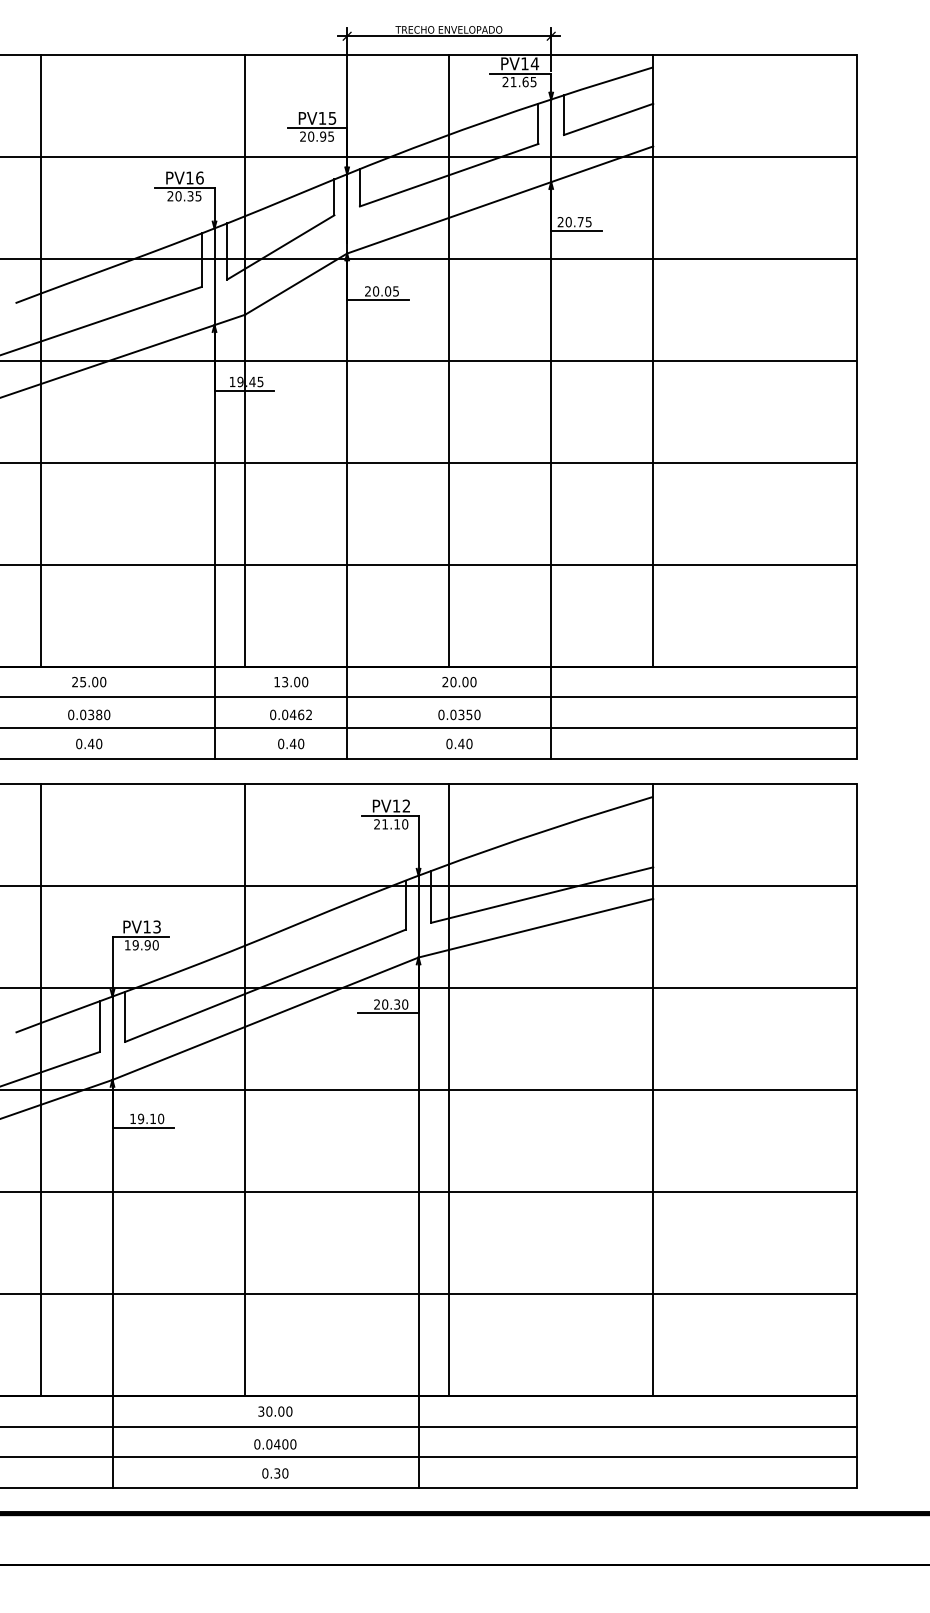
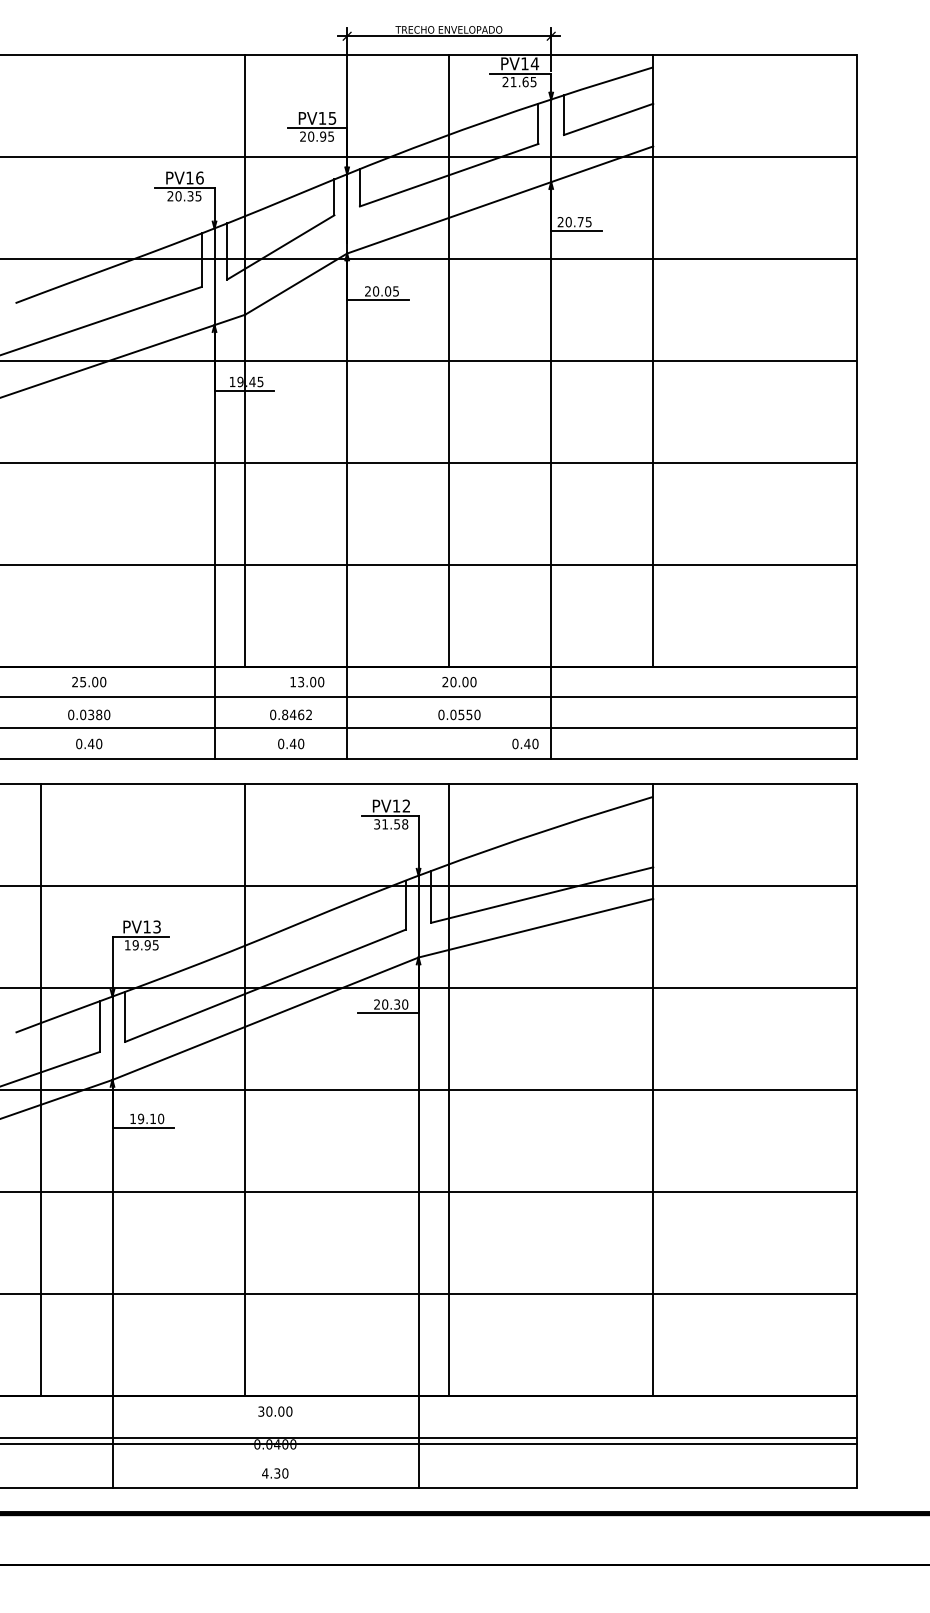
line at (41, 360): present -> none
text at (291, 681) position: (291, 681) -> (307, 681)
text at (285, 714): 0.0462 -> 0.8462
text at (461, 714): 0.0350 -> 0.0550
text at (459, 743) position: (459, 743) -> (525, 743)
text at (391, 824): 21.10 -> 31.58
text at (155, 945): 19.90 -> 19.95
line at (429, 1426) position: (429, 1426) -> (429, 1437)
line at (429, 1457) position: (429, 1457) -> (429, 1444)
text at (265, 1473): 0.30 -> 4.30
